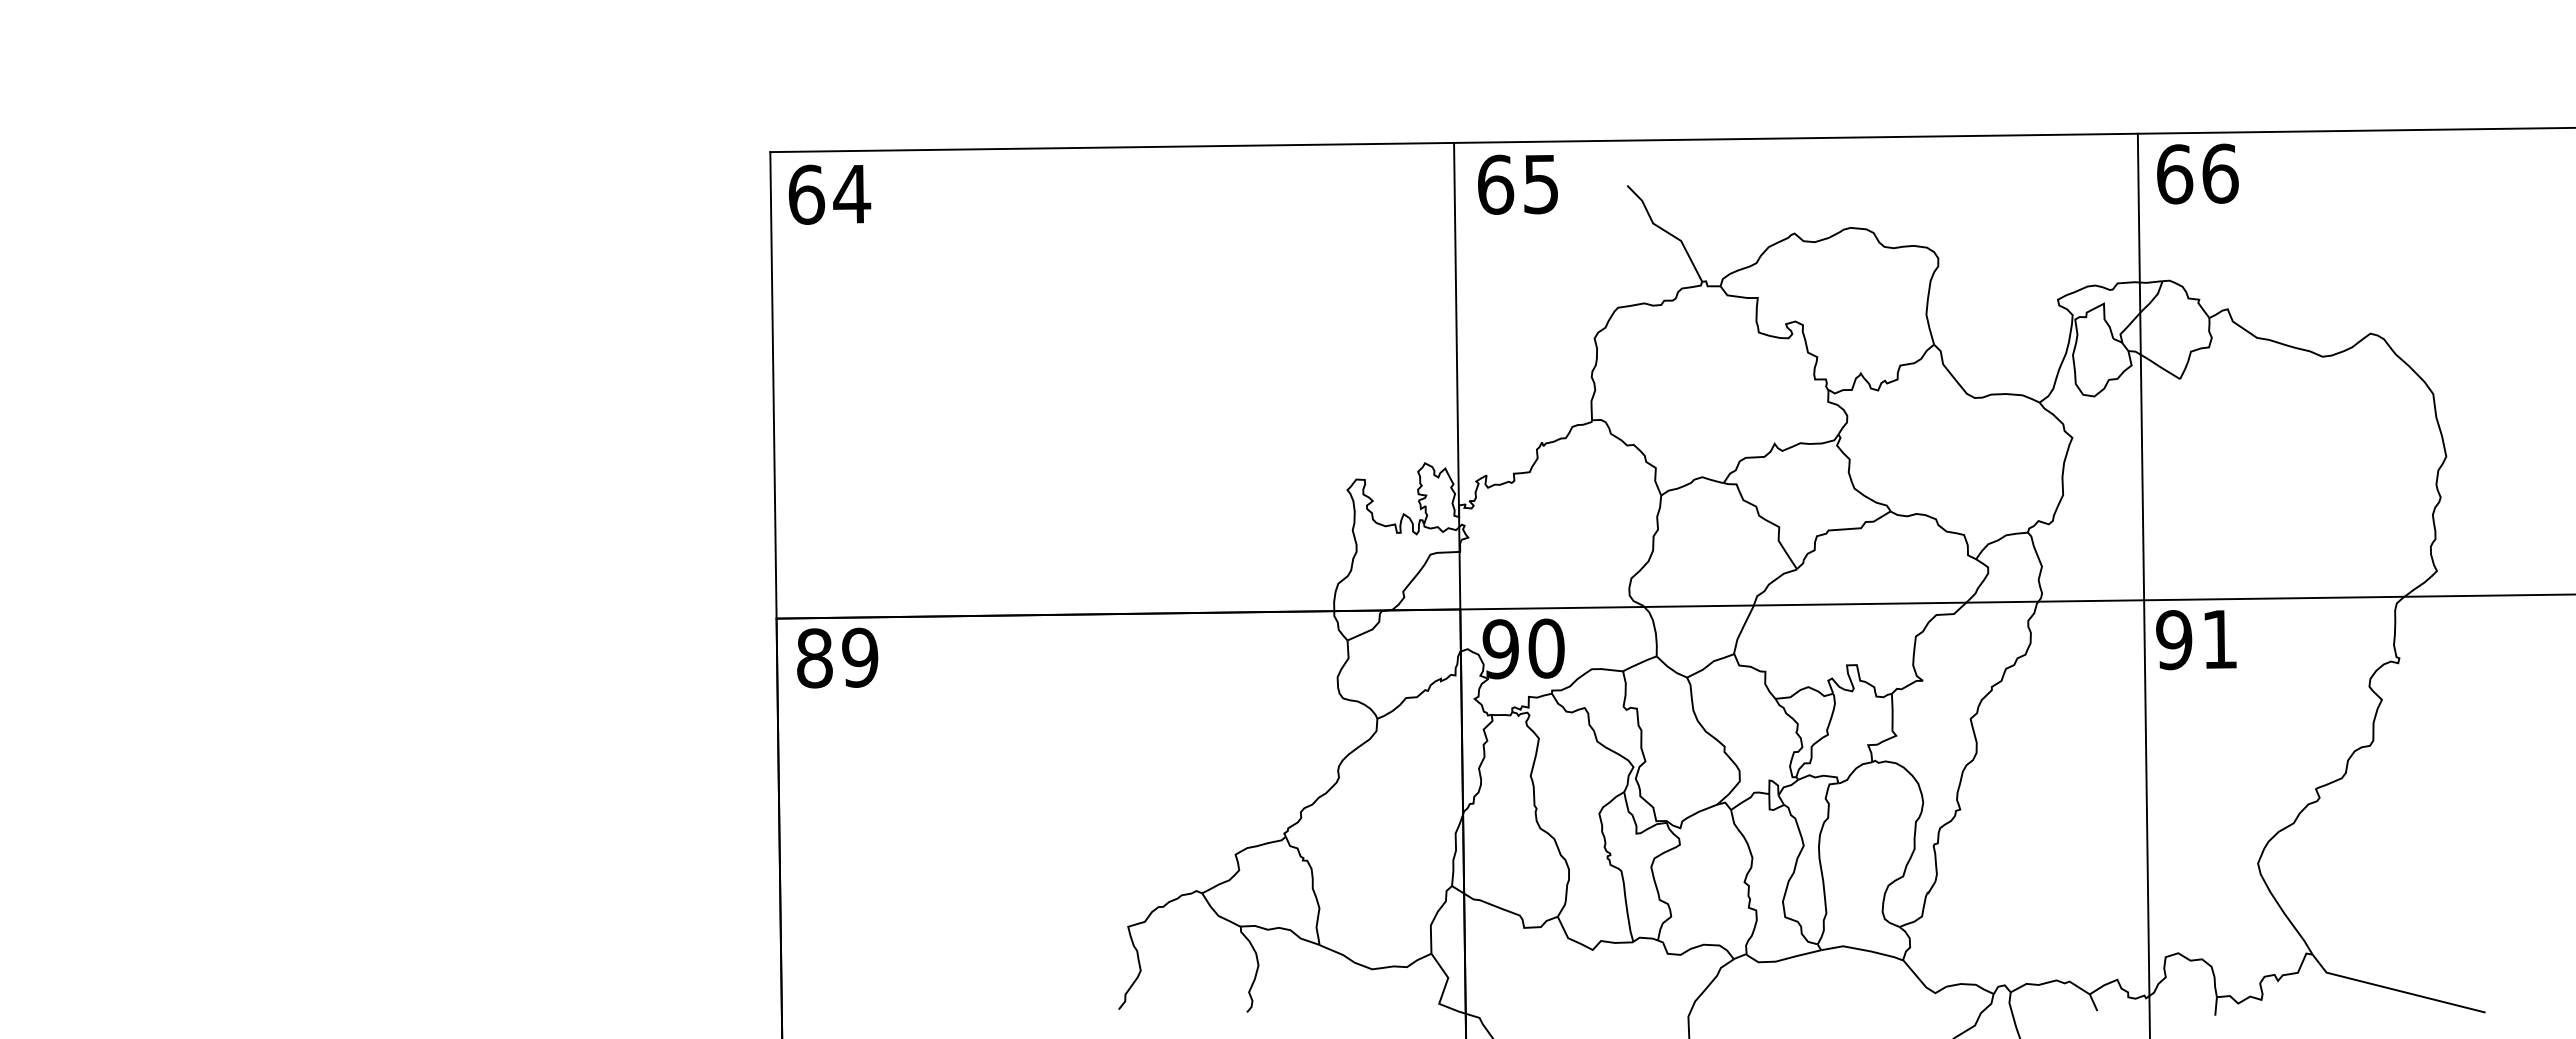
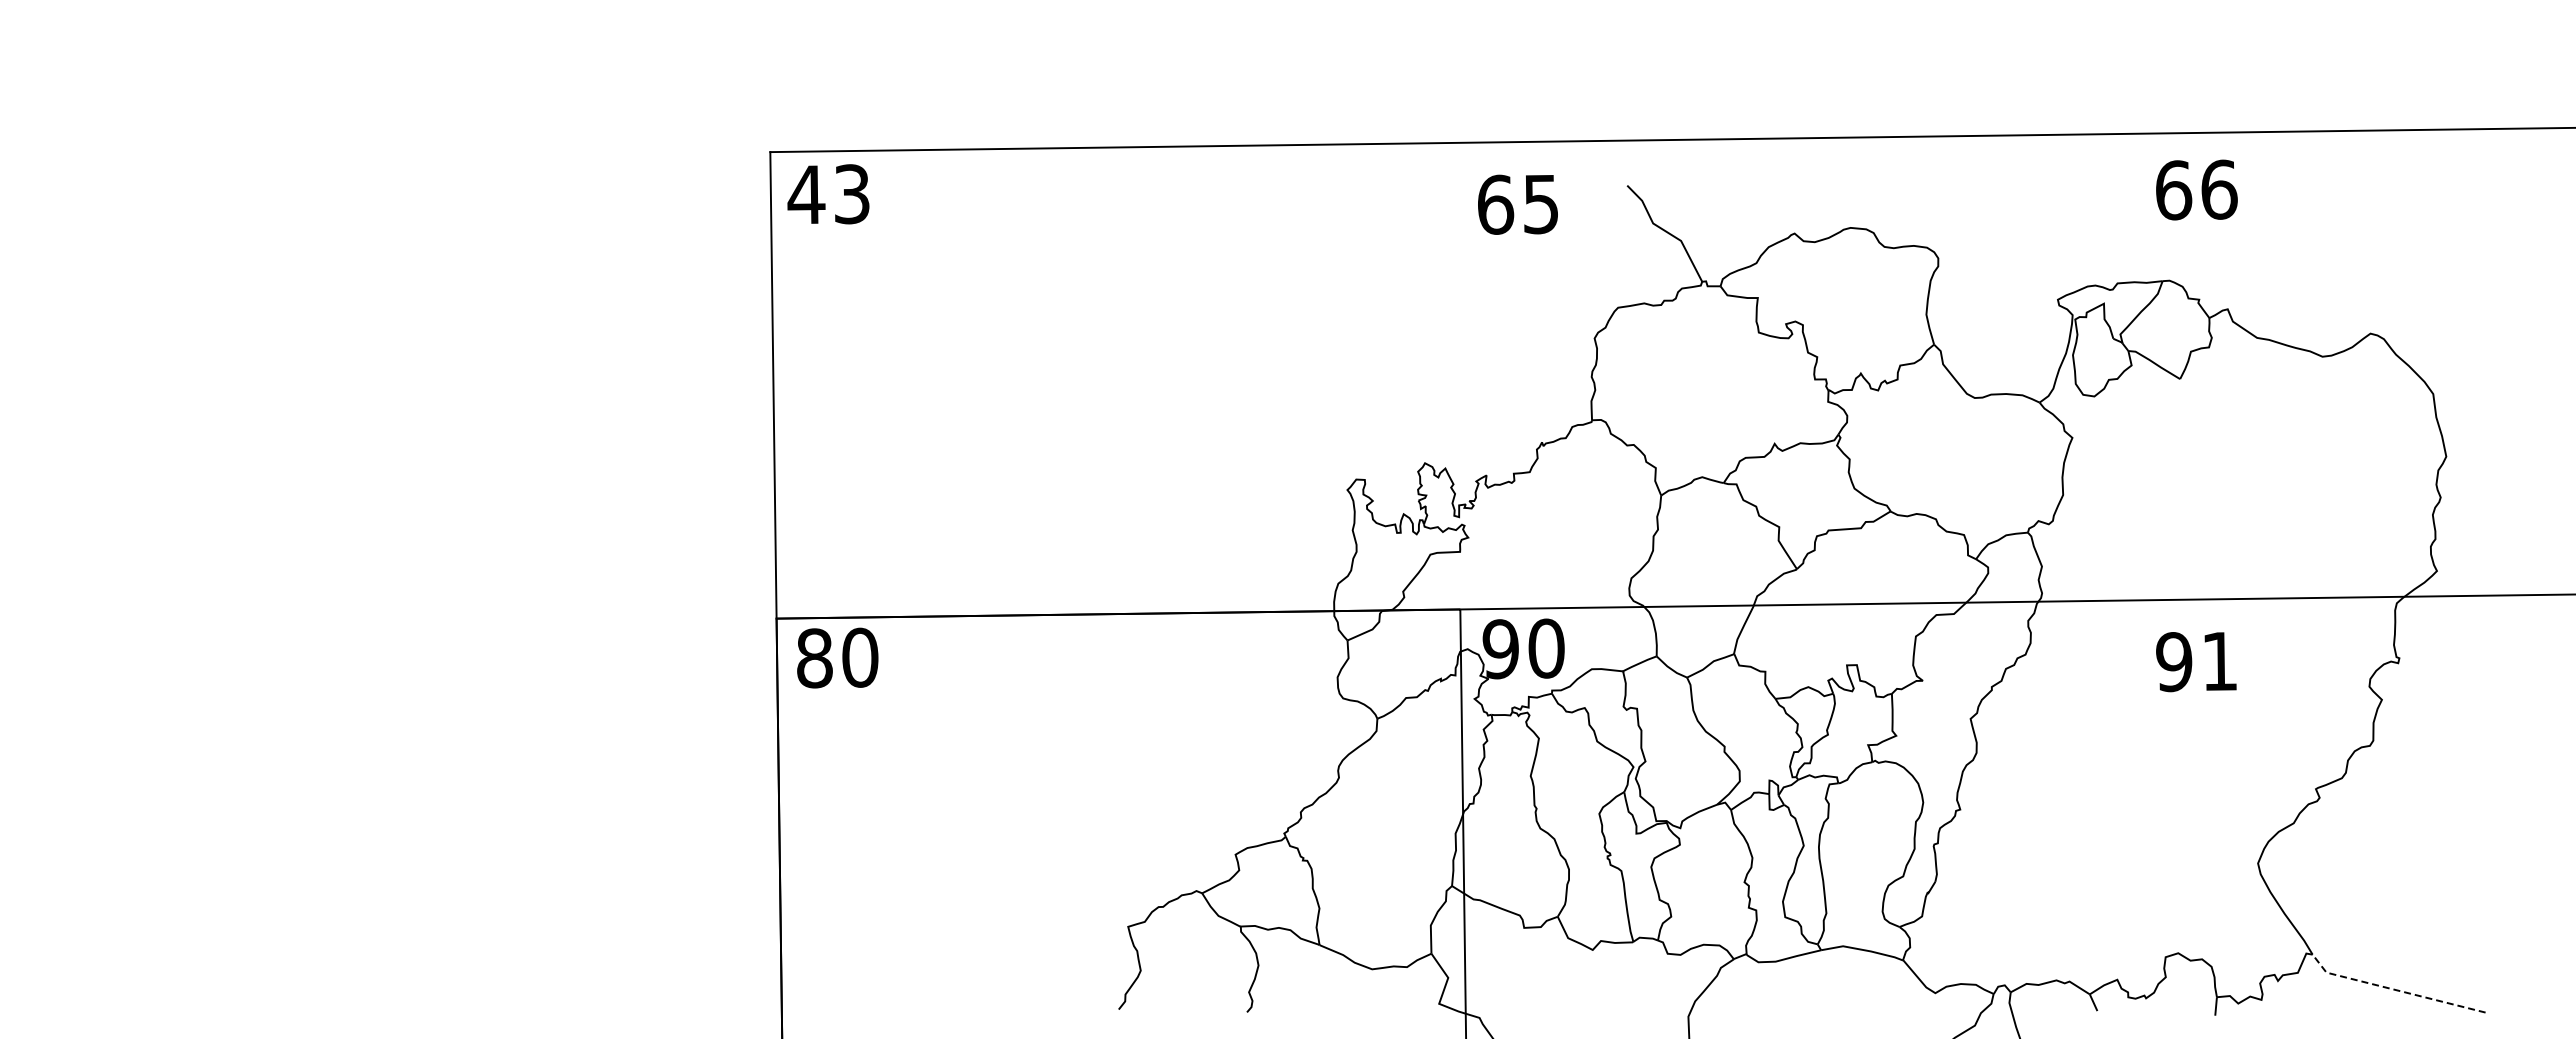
text at (2197, 173) position: (2197, 173) -> (2196, 189)
text at (1517, 184) position: (1517, 184) -> (1517, 204)
text at (829, 194): 64 -> 43
line at (2143, 584): present -> none
line at (1460, 588): present -> none
text at (2196, 640) position: (2196, 640) -> (2196, 662)
text at (860, 657): 89 -> 80
line at (2394, 989): solid -> dashed
